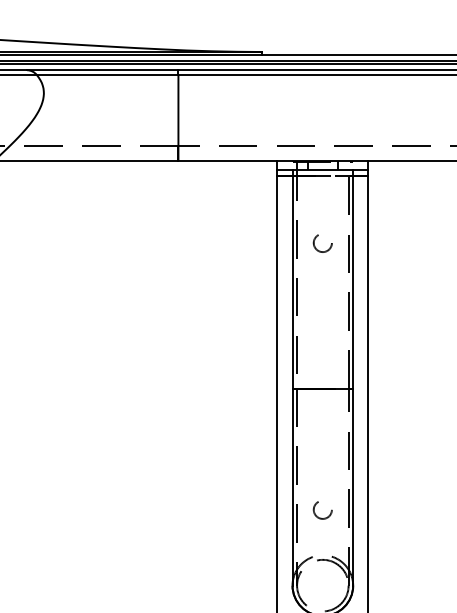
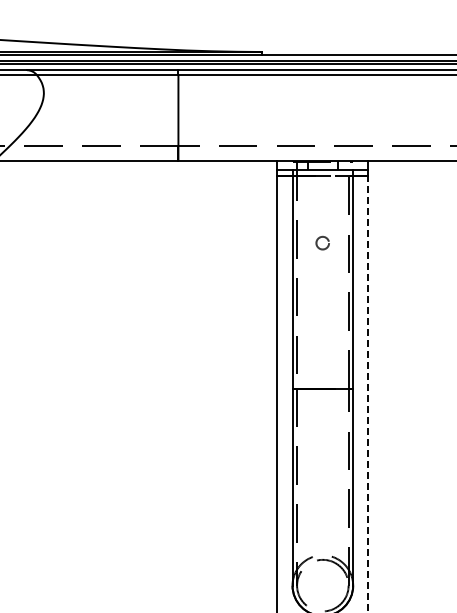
circle at (322, 243) size: 21x19 px -> 15x16 px
line at (368, 394): solid -> dashed
circle at (322, 510): present -> none
